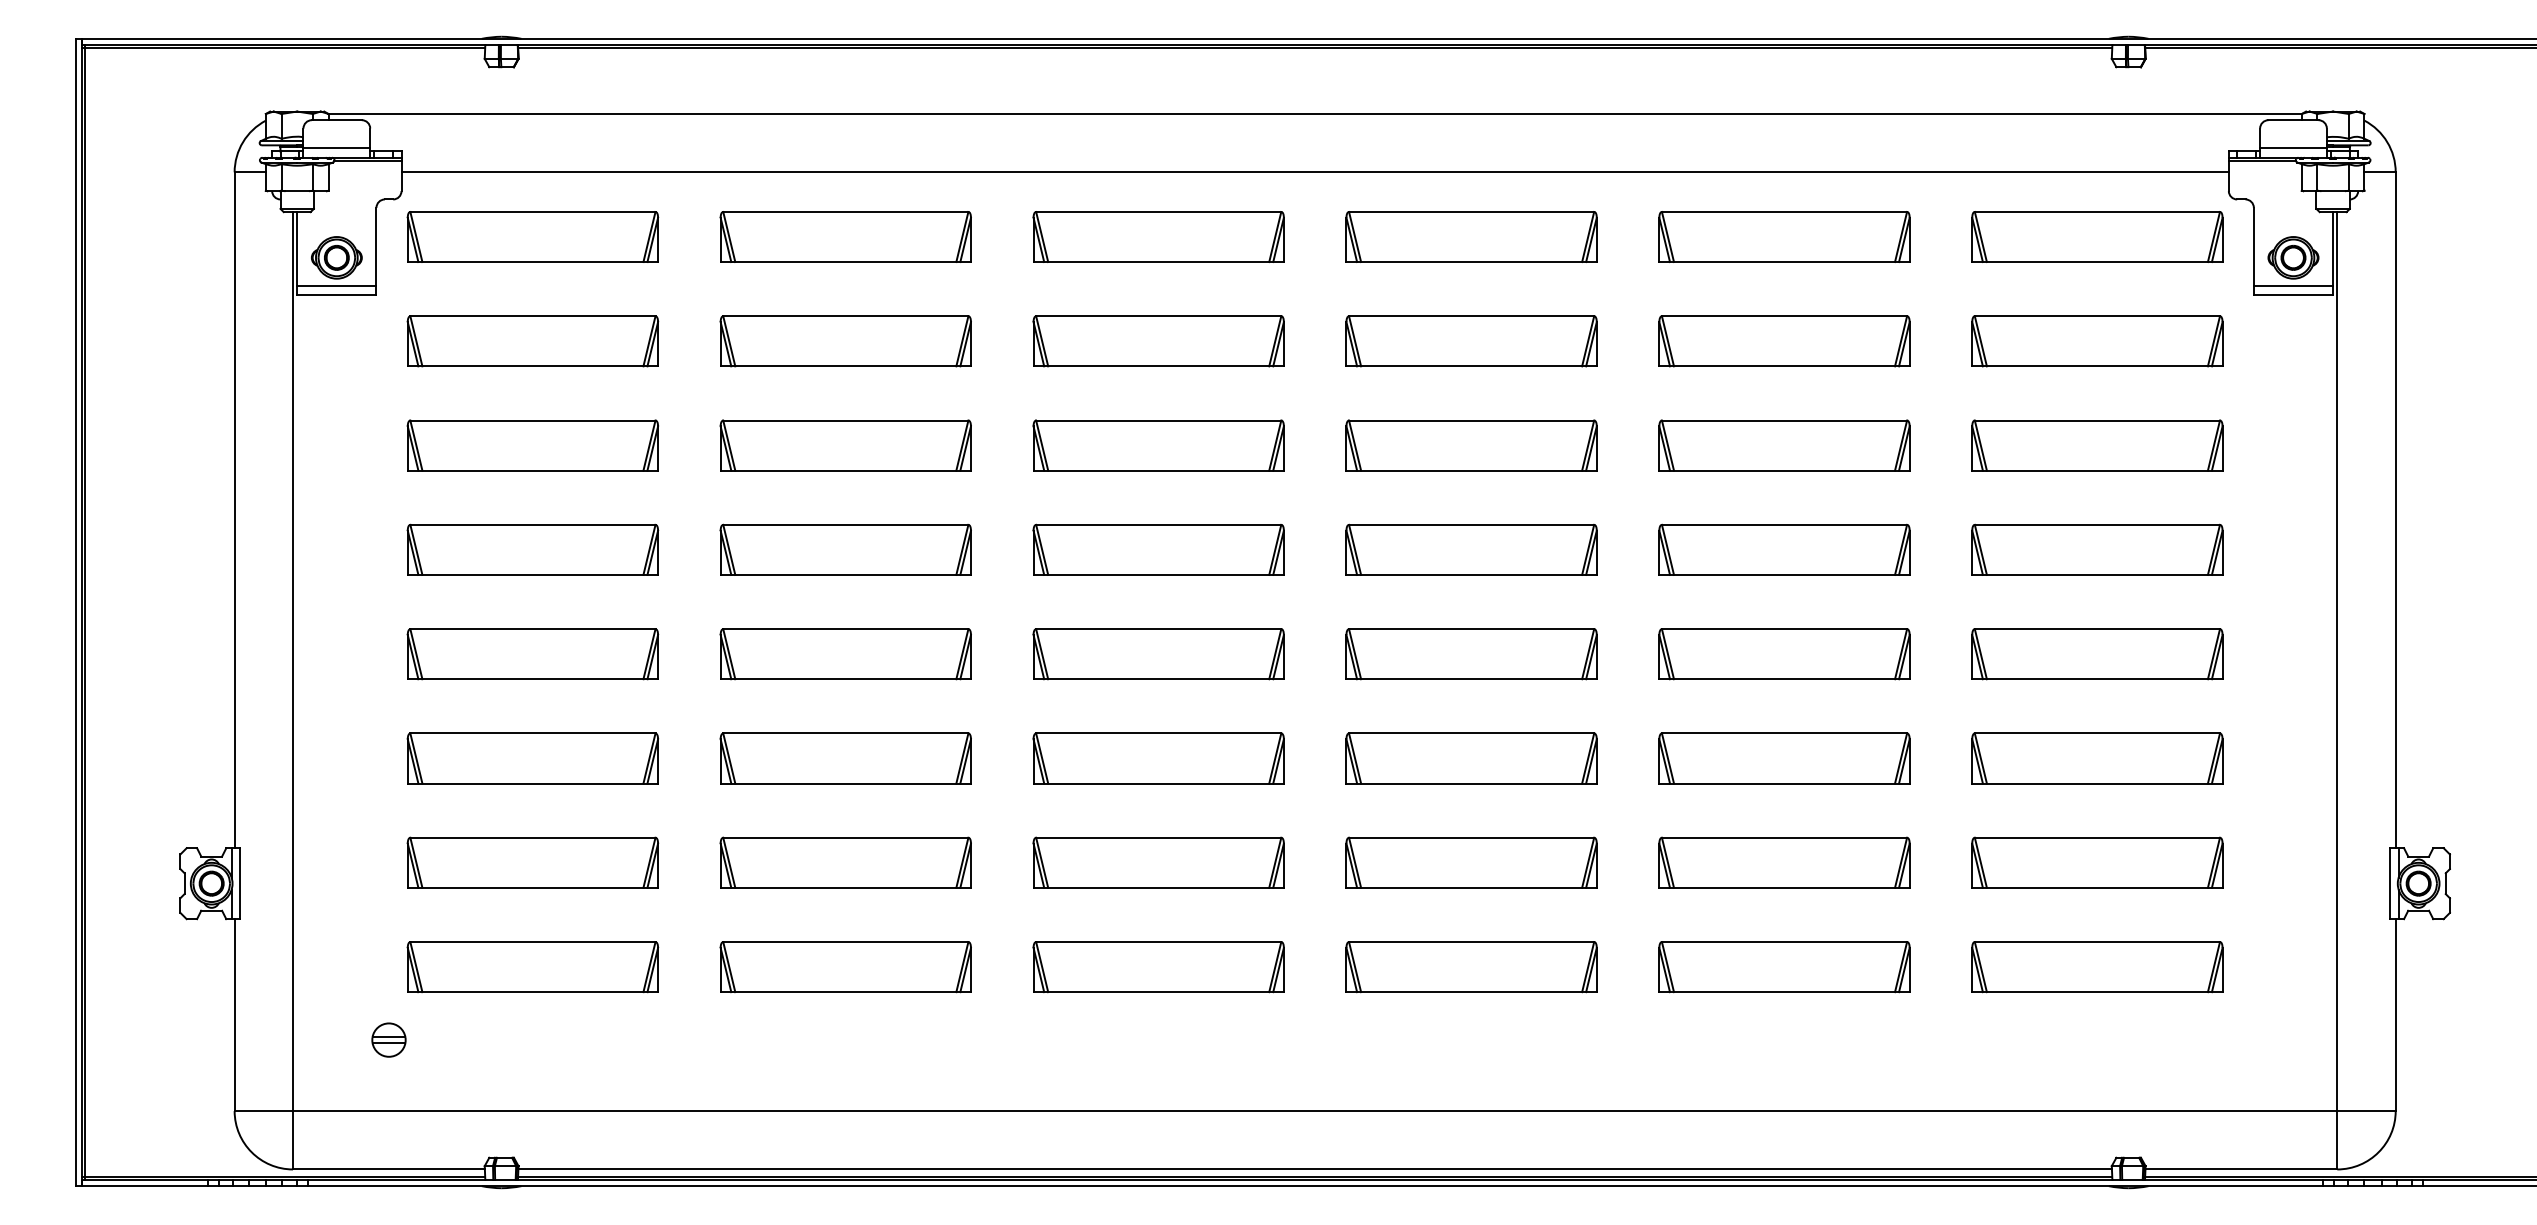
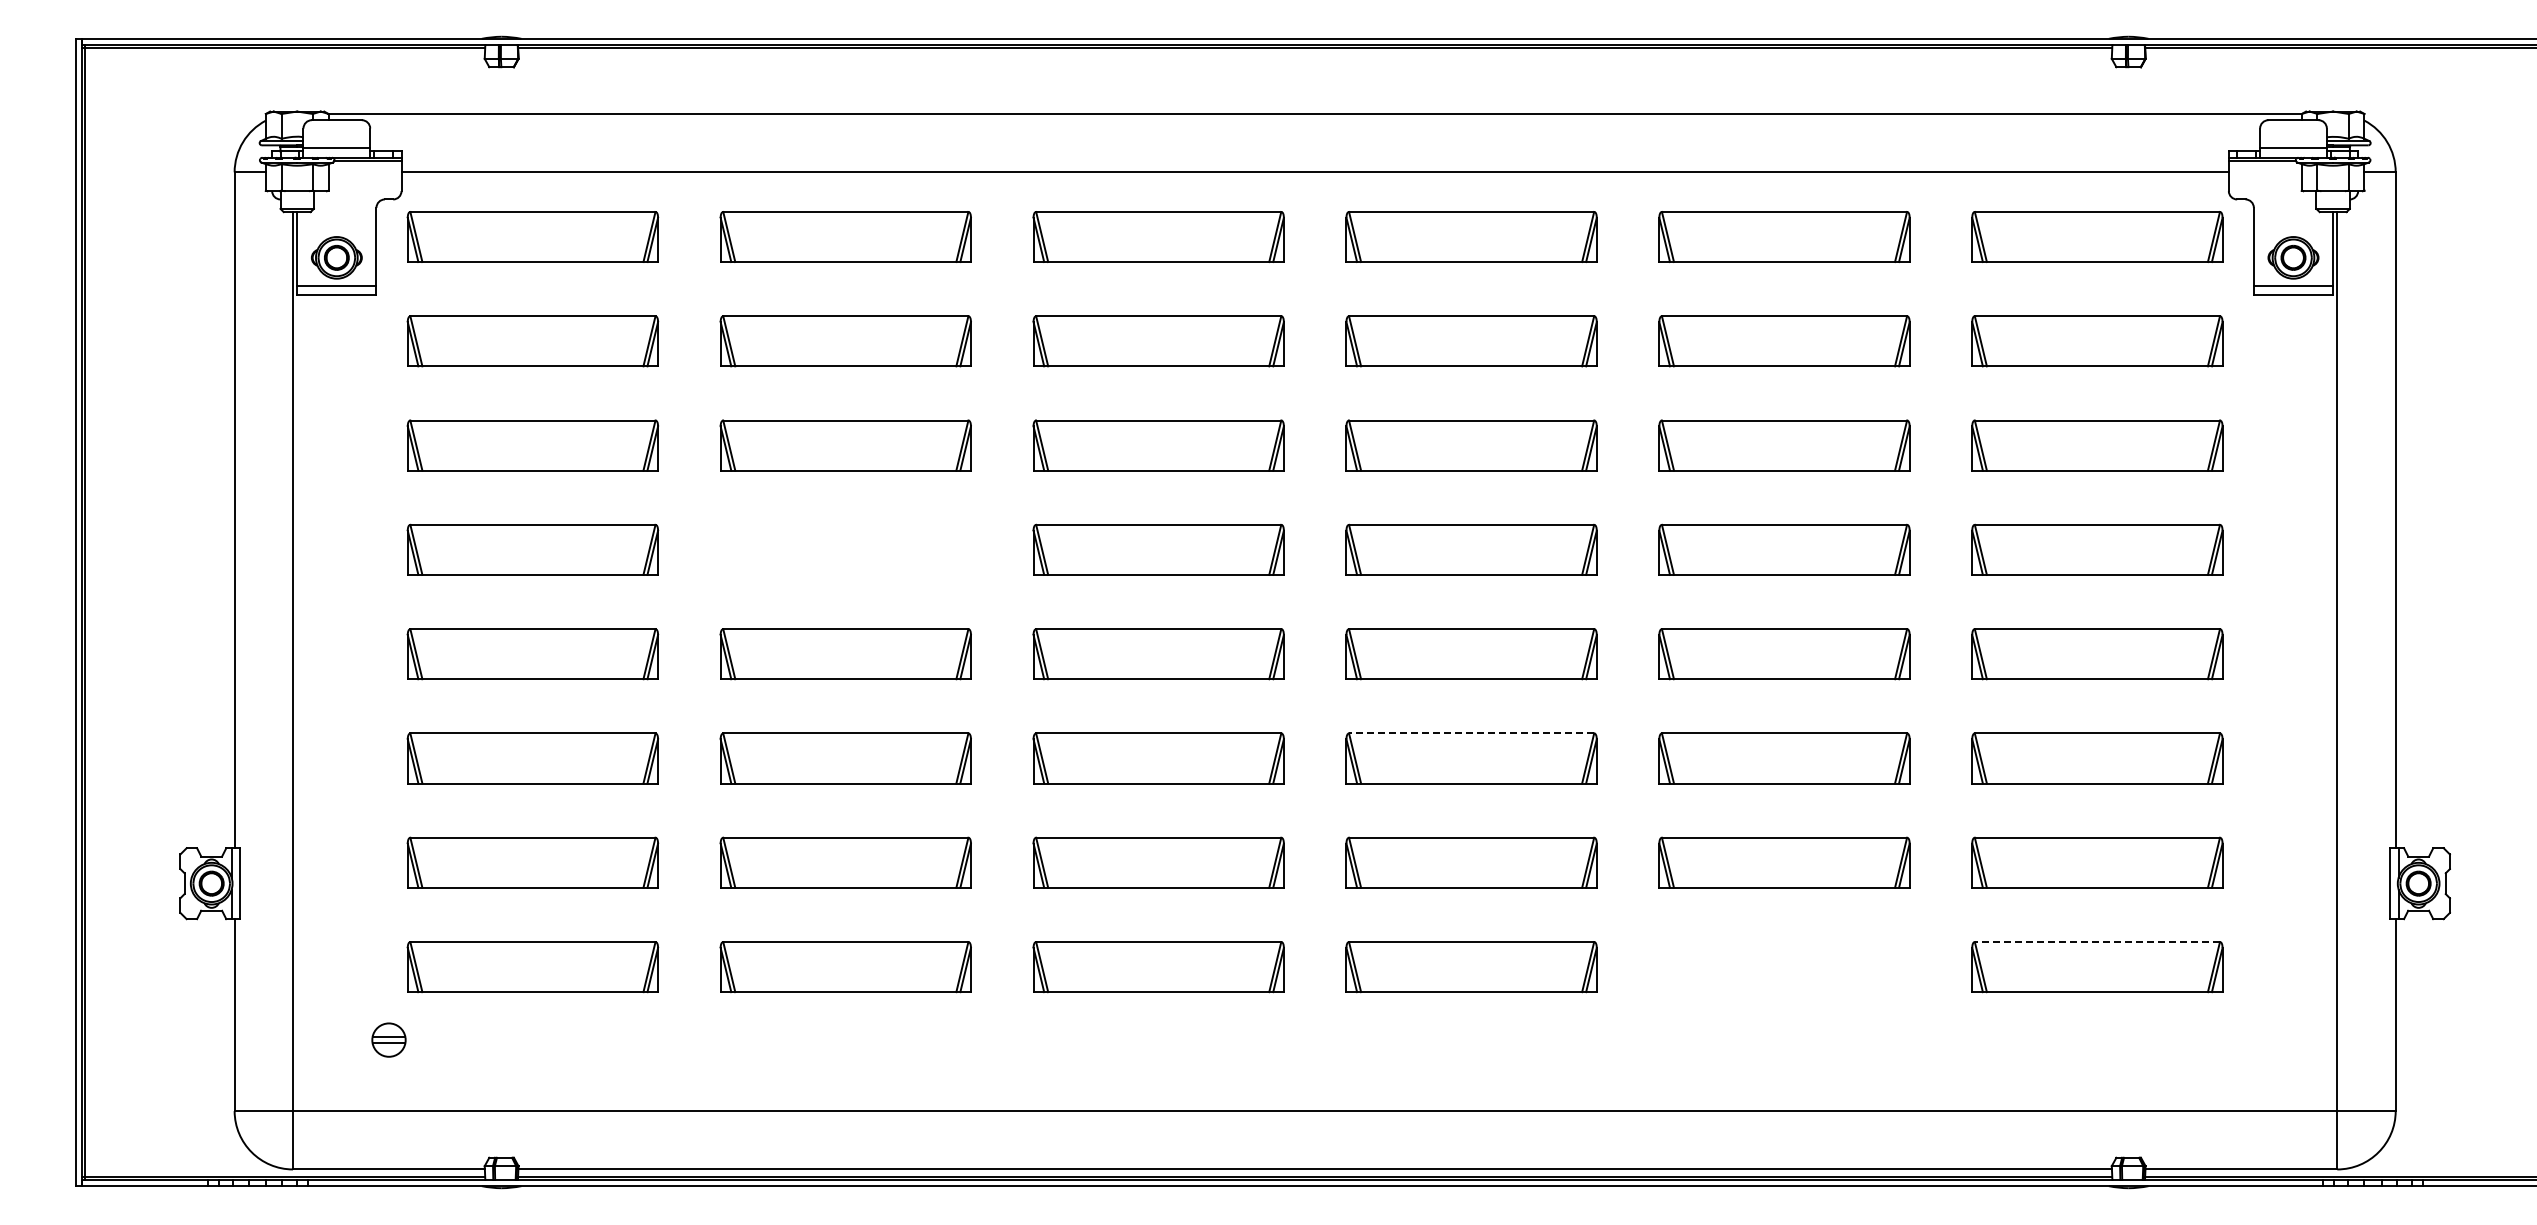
part at (845, 549): present -> none
line at (1471, 733): solid -> dashed
line at (2097, 942): solid -> dashed
part at (1784, 967): present -> none
